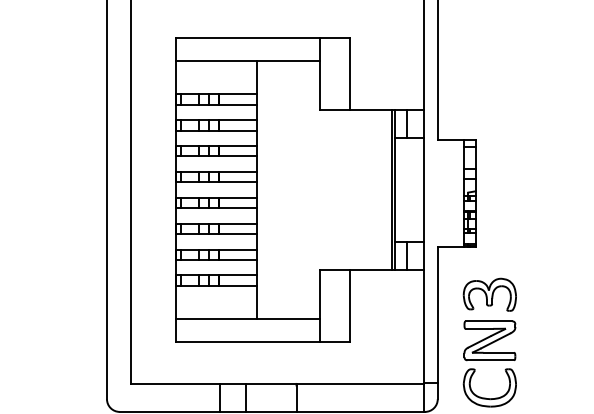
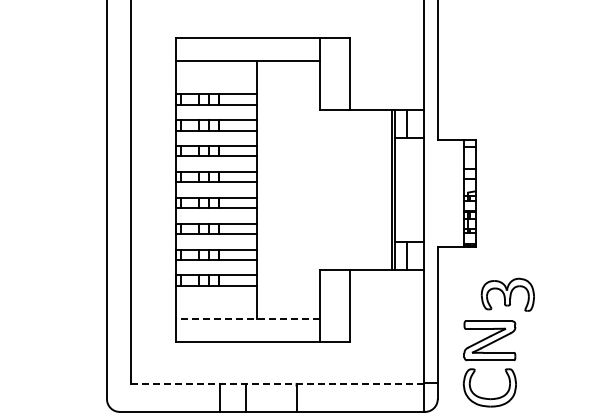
part at (489, 294) position: (489, 294) -> (507, 294)
line at (247, 319): solid -> dashed
line at (277, 383): solid -> dashed
